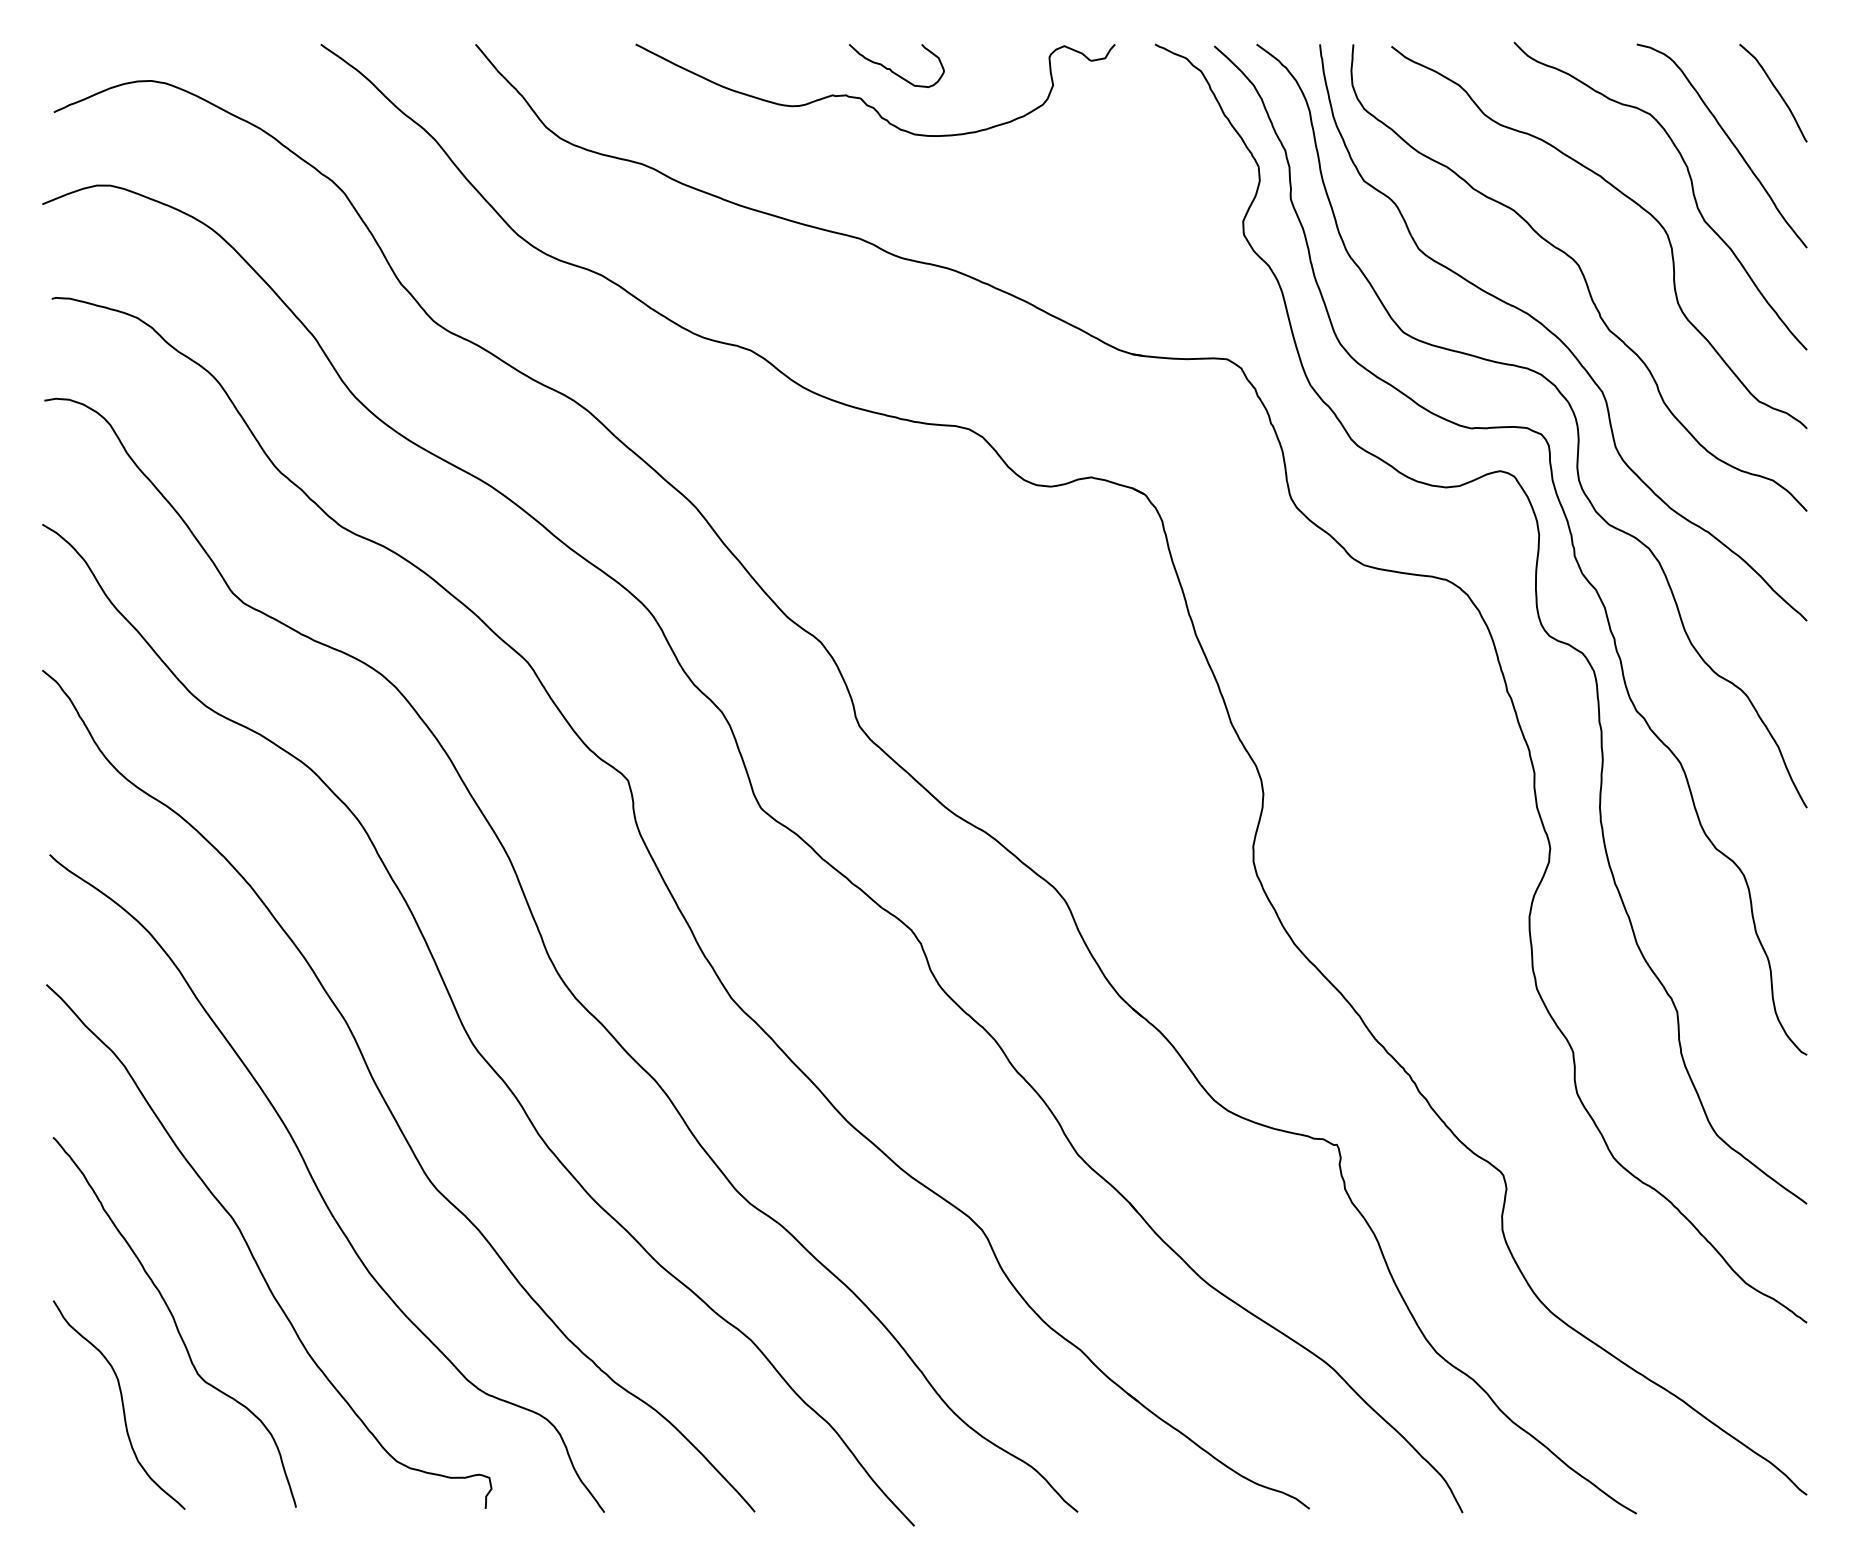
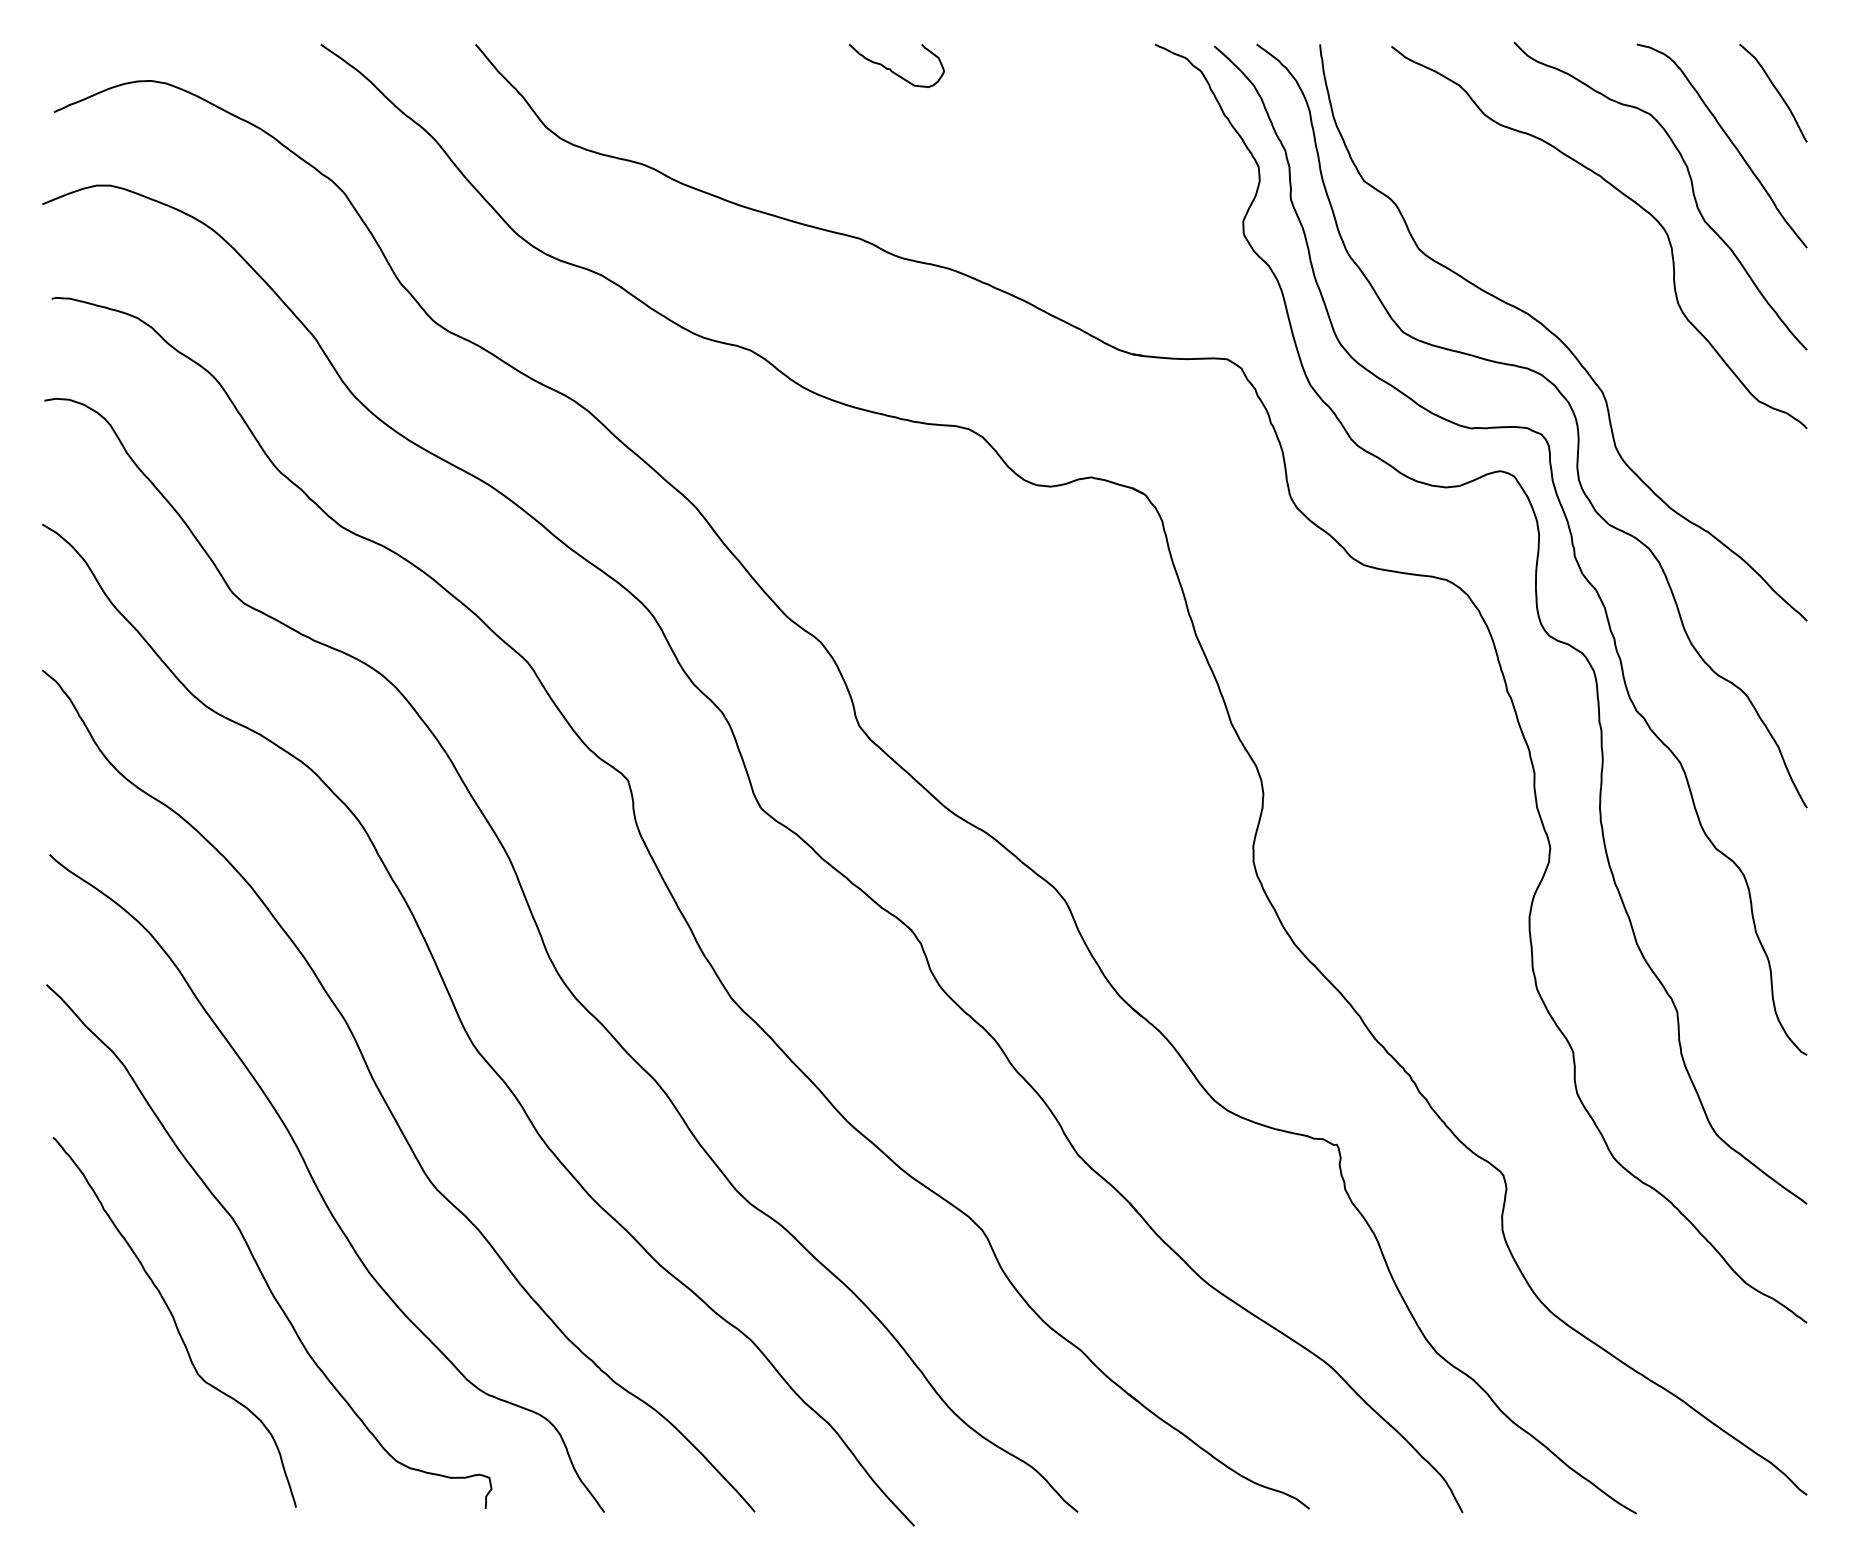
curve at (863, 99): present -> none
curve at (1582, 275): present -> none
curve at (121, 1403): present -> none
